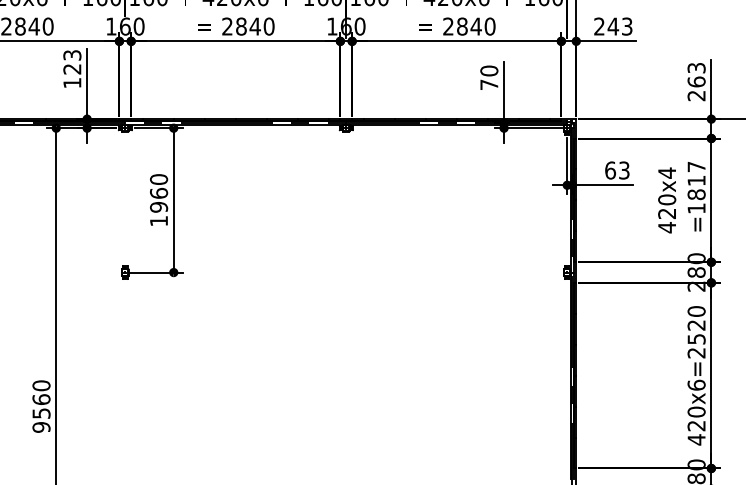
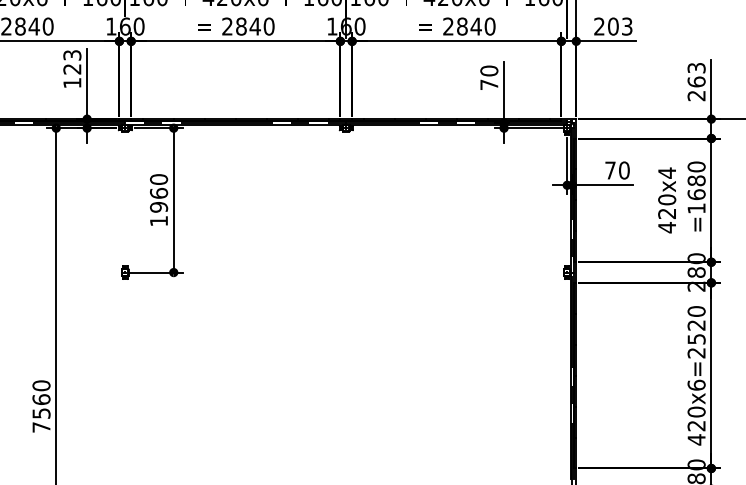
text at (613, 26): 243 -> 203
text at (617, 170): 63 -> 70
text at (696, 180): =1817 -> =1680
text at (41, 427): 9560 -> 7560
